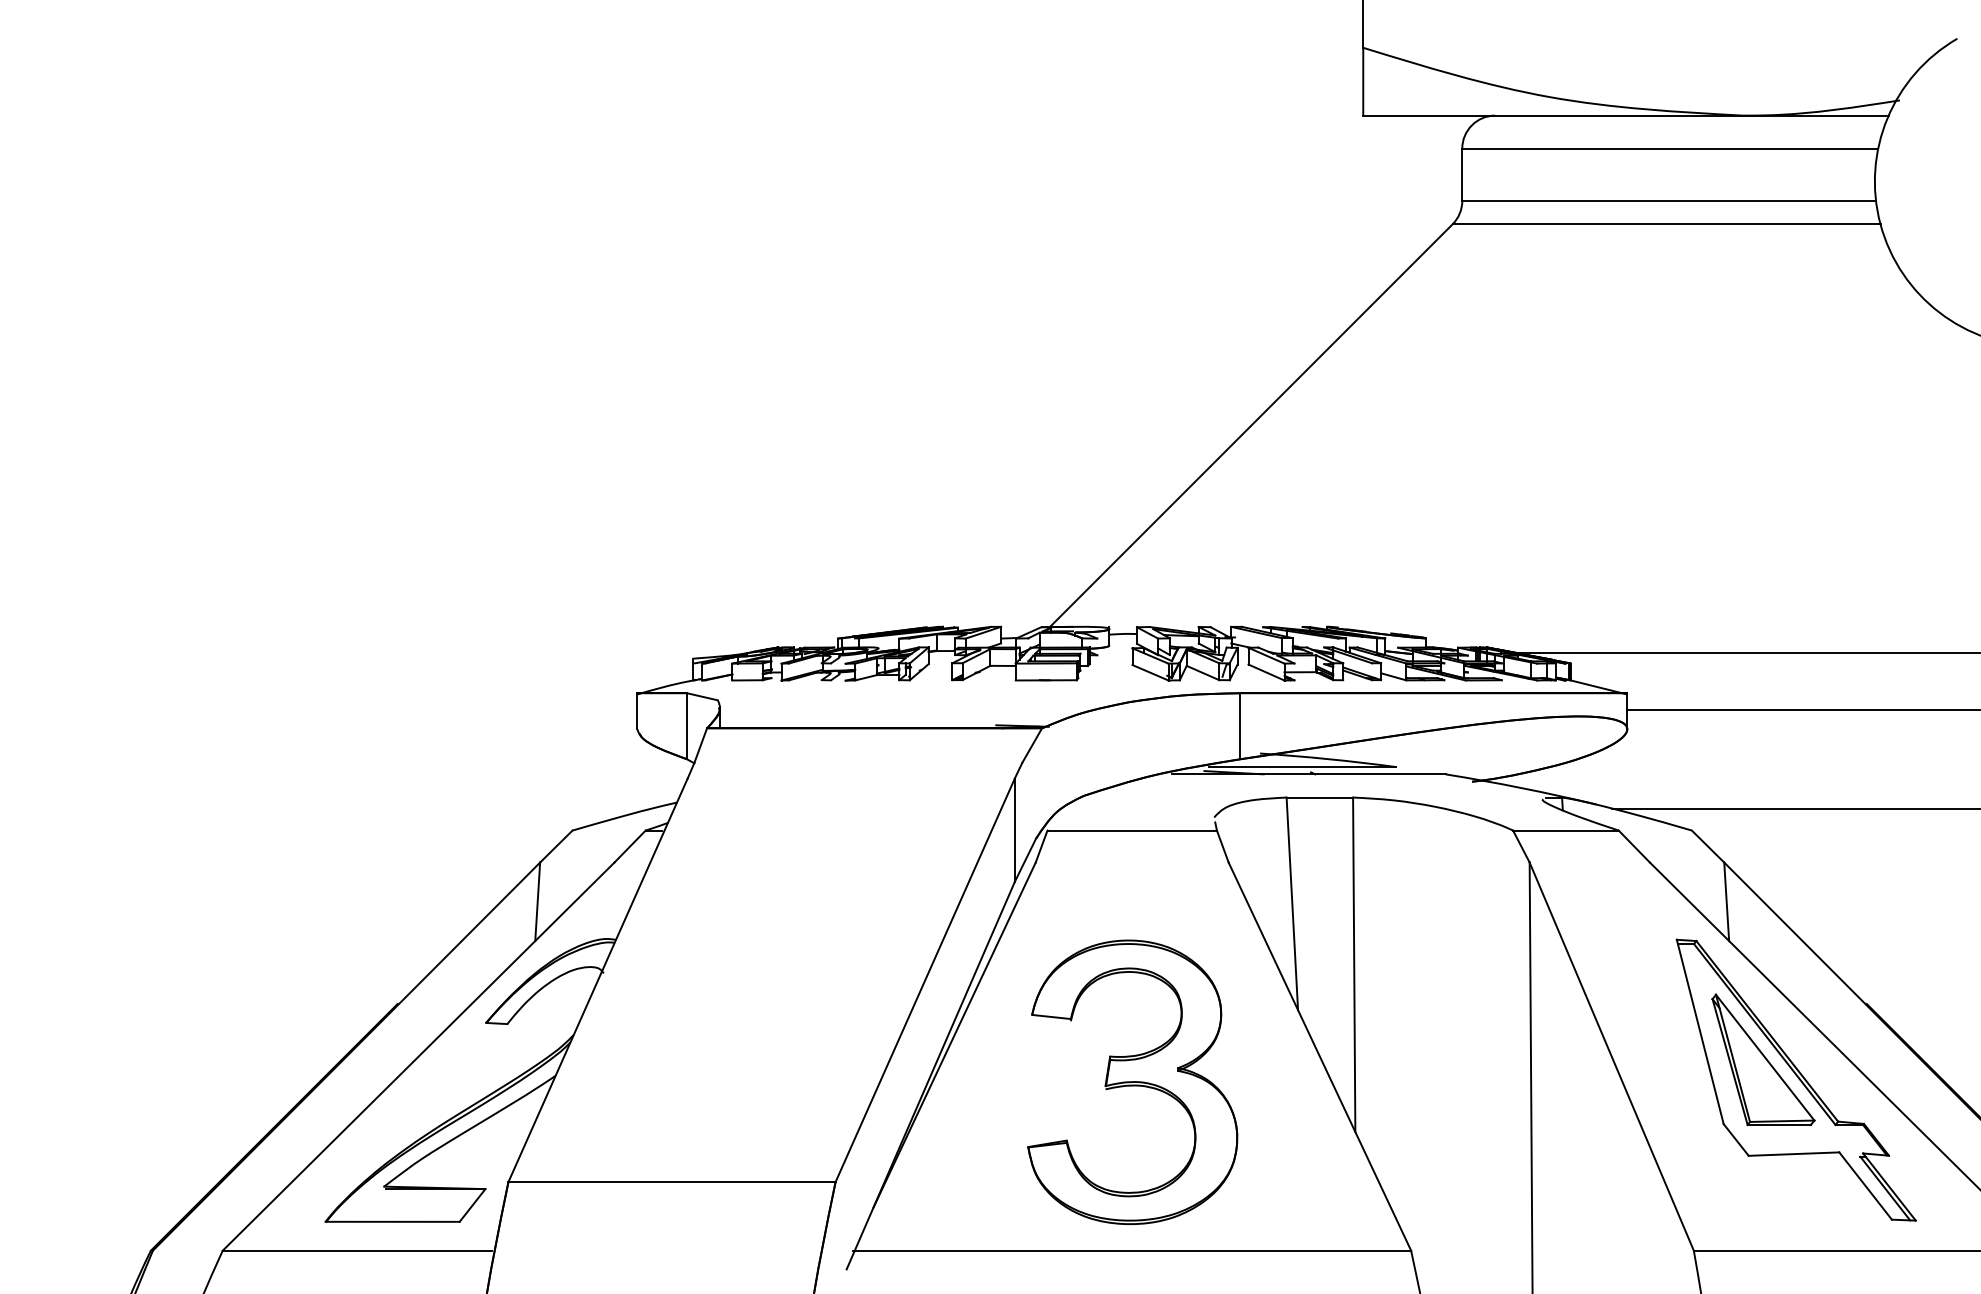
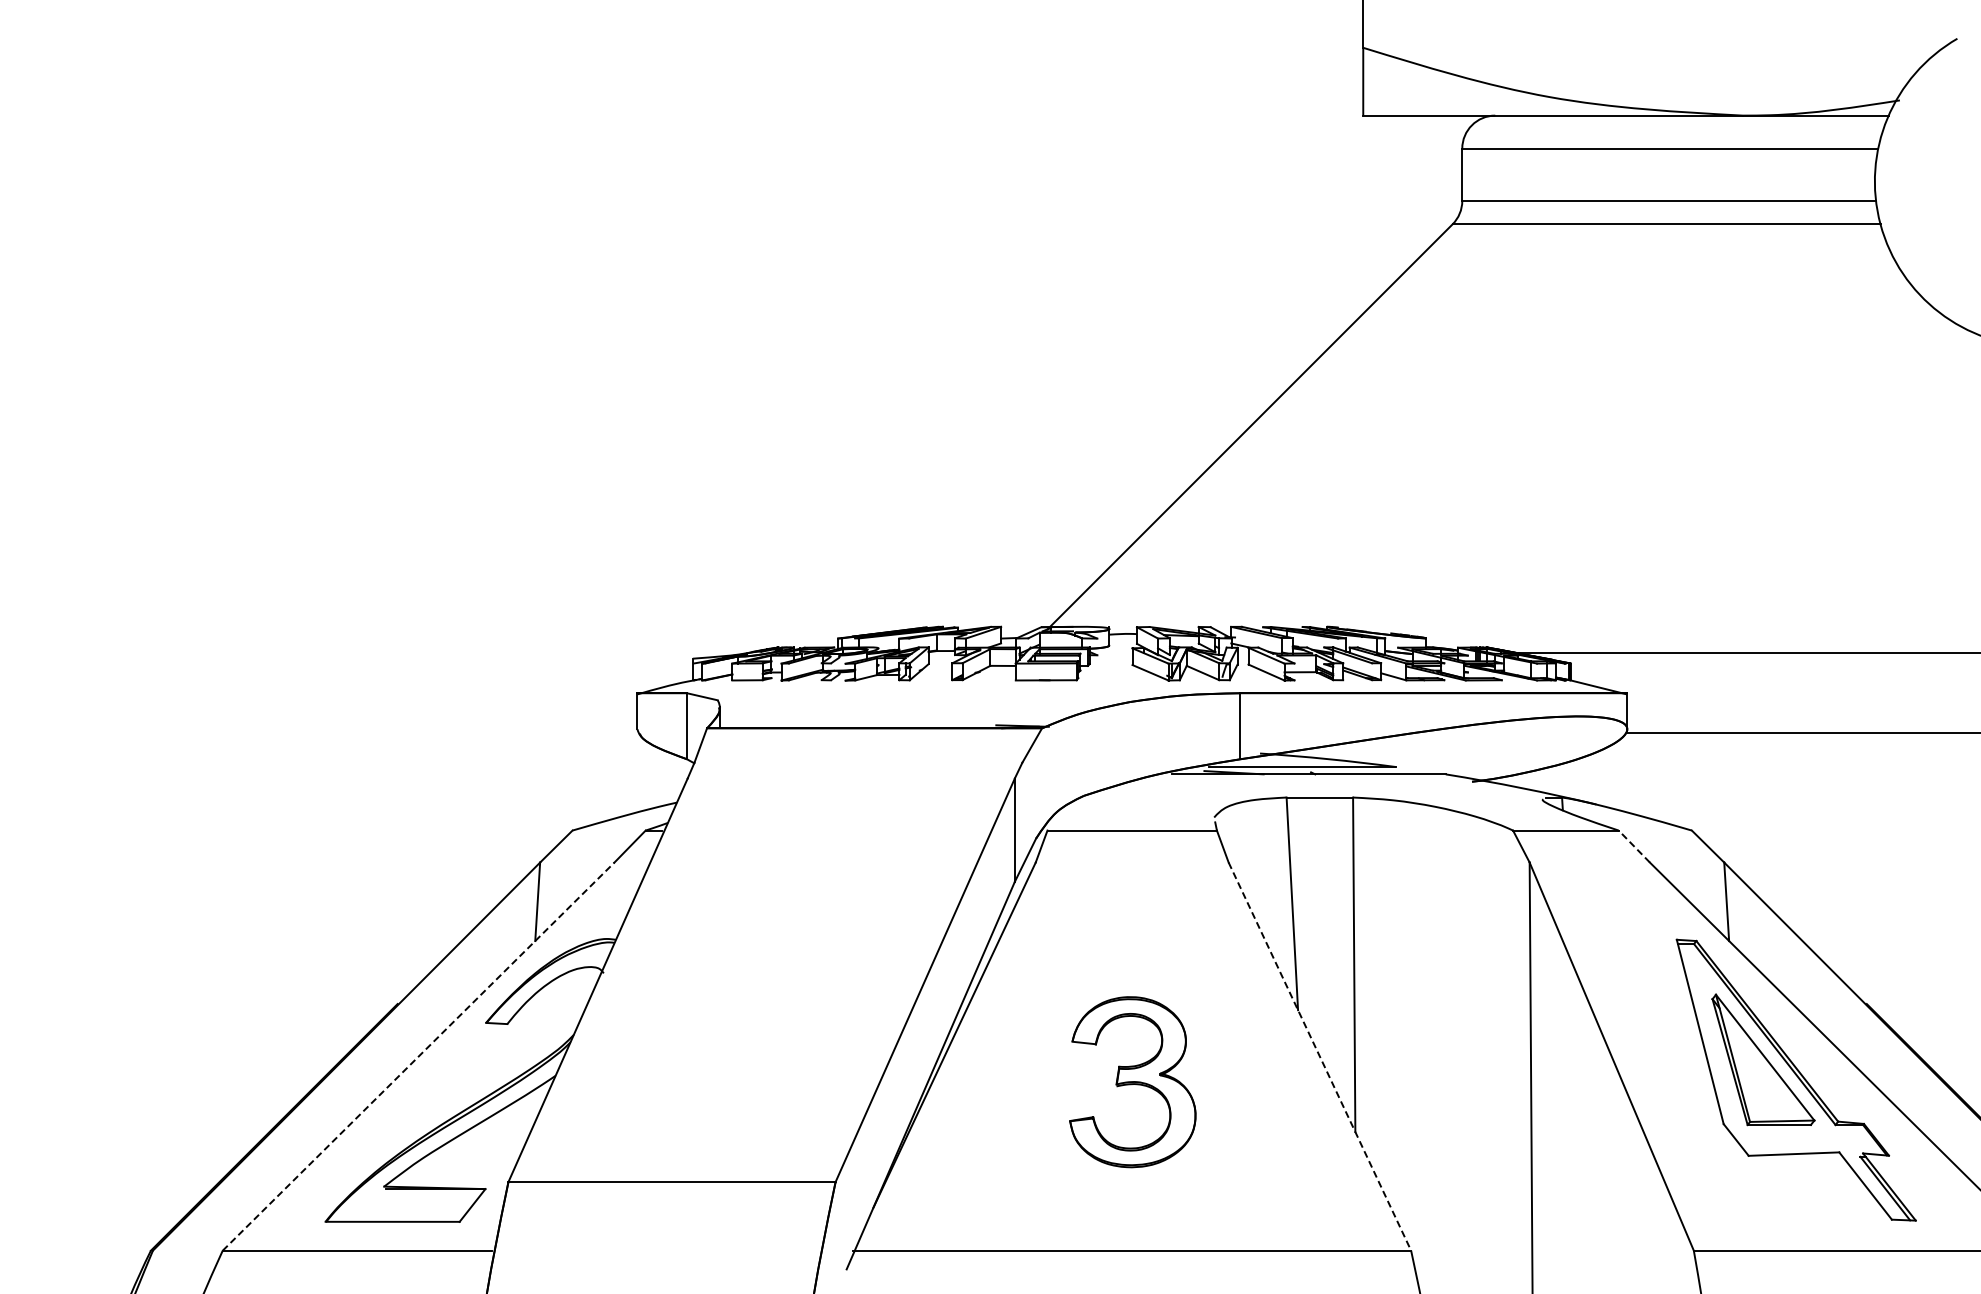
line at (1802, 709) position: (1802, 709) -> (1802, 732)
line at (1794, 808): present -> none
line at (1633, 846): solid -> dashed
line at (418, 1056): solid -> dashed
line at (1320, 1057): solid -> dashed
part at (1132, 1081) size: 212x286 px -> 128x173 px
